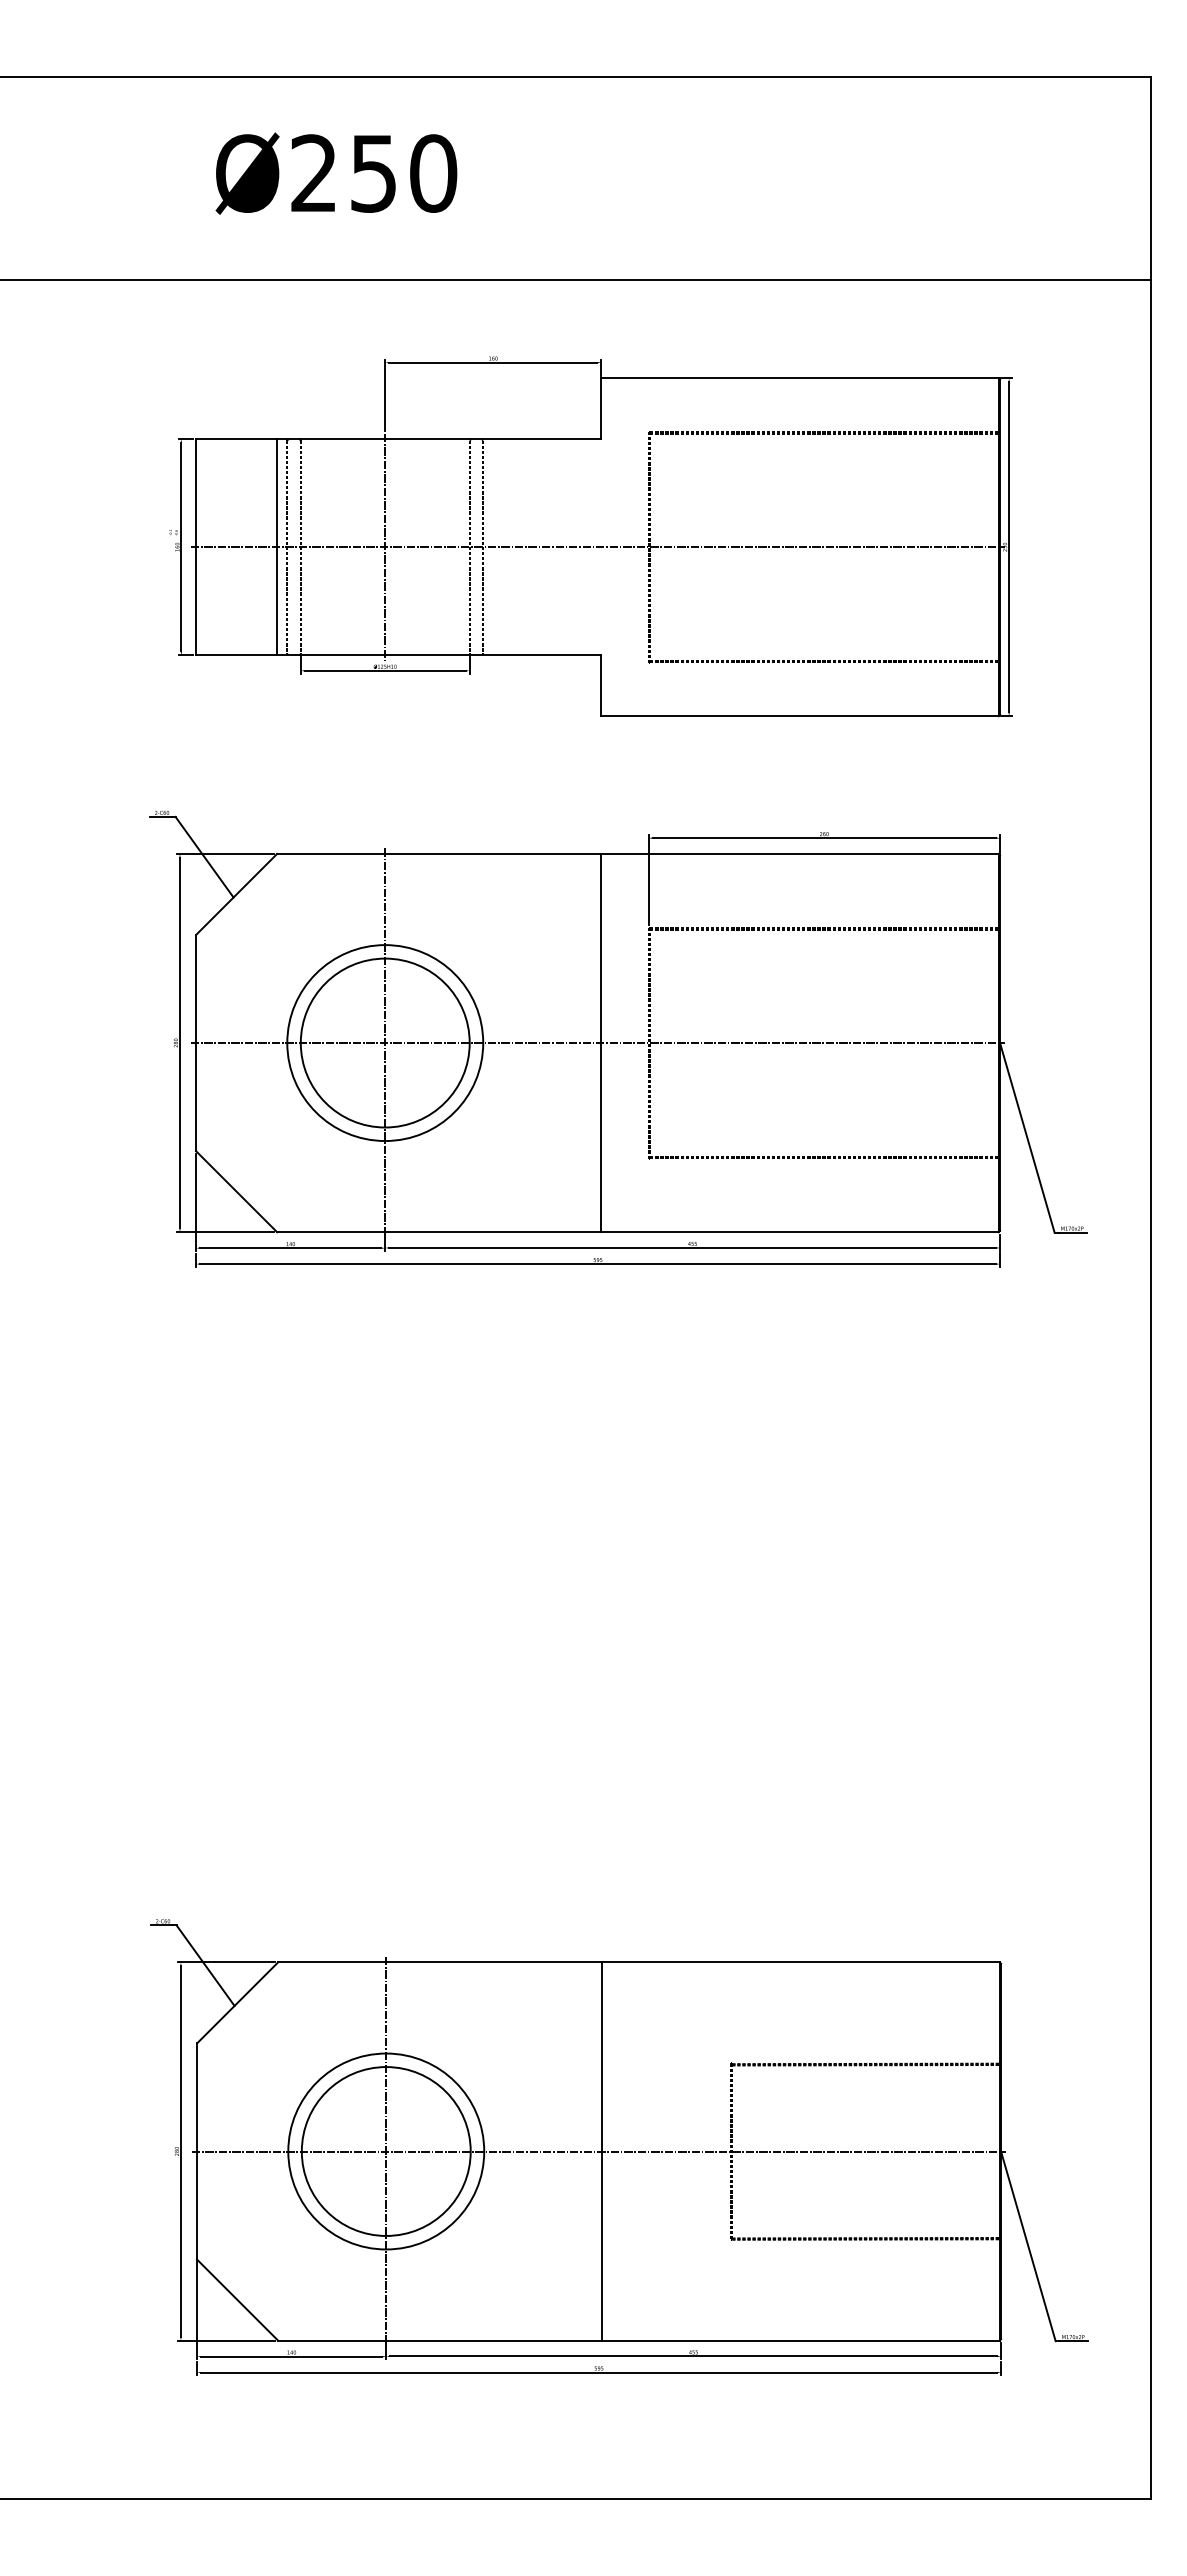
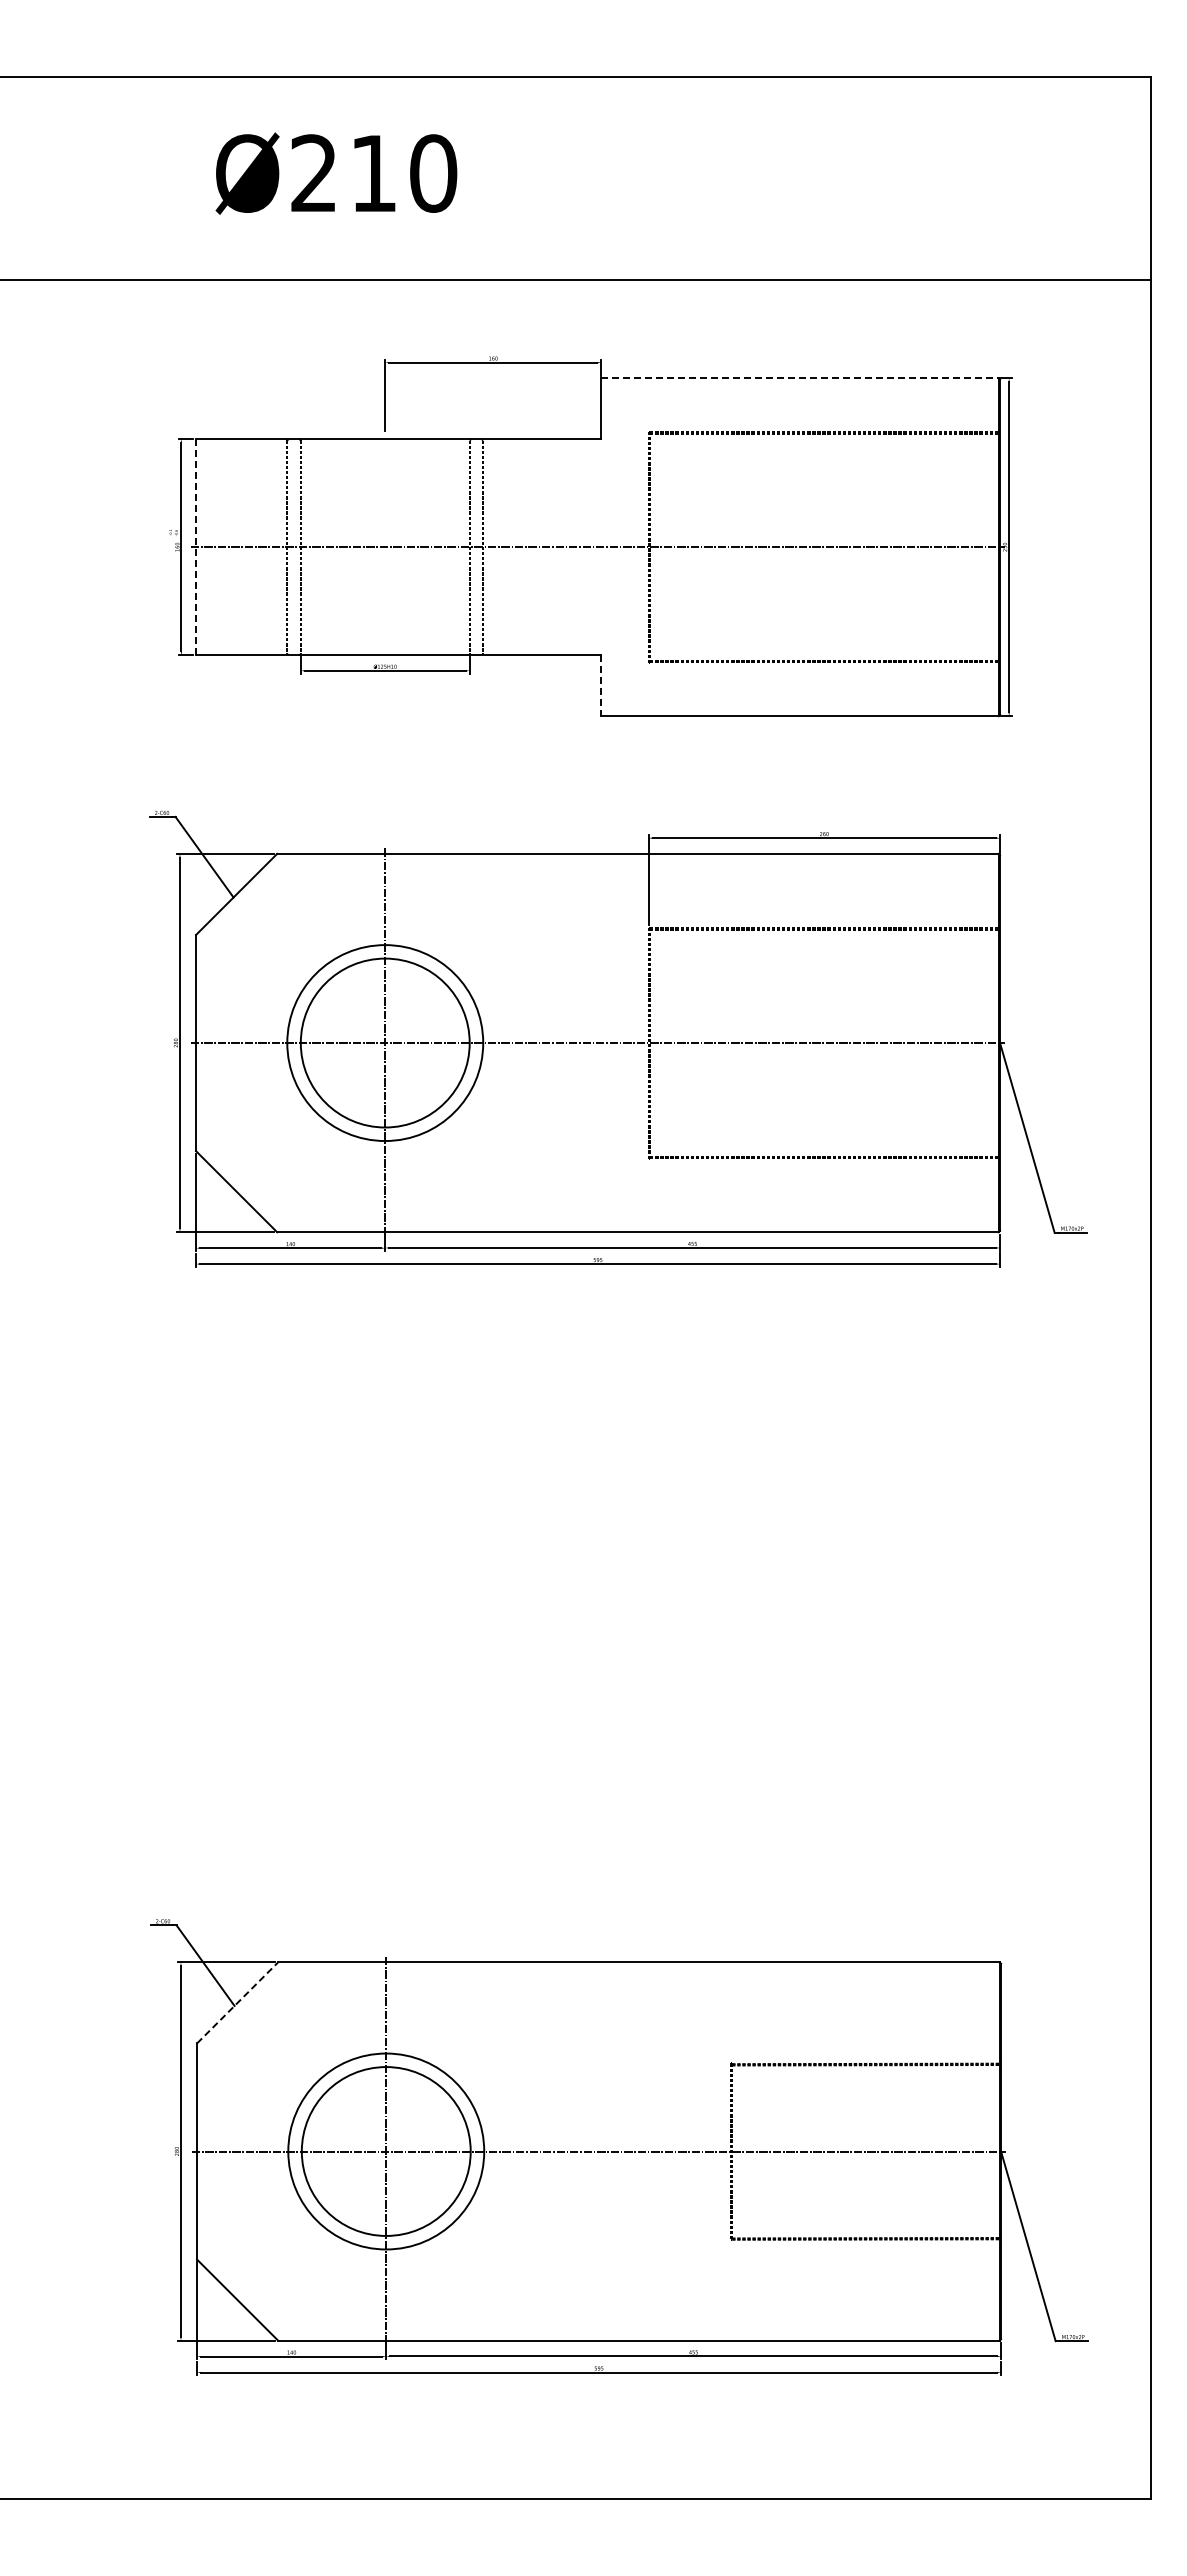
text at (373, 173): Ø250 -> Ø210
line at (800, 378): solid -> dashed
line at (385, 546): present -> none
line at (196, 547): solid -> dashed
line at (277, 547): present -> none
line at (601, 686): solid -> dashed
line at (601, 1042): present -> none
line at (238, 2002): solid -> dashed
line at (602, 2151): present -> none
